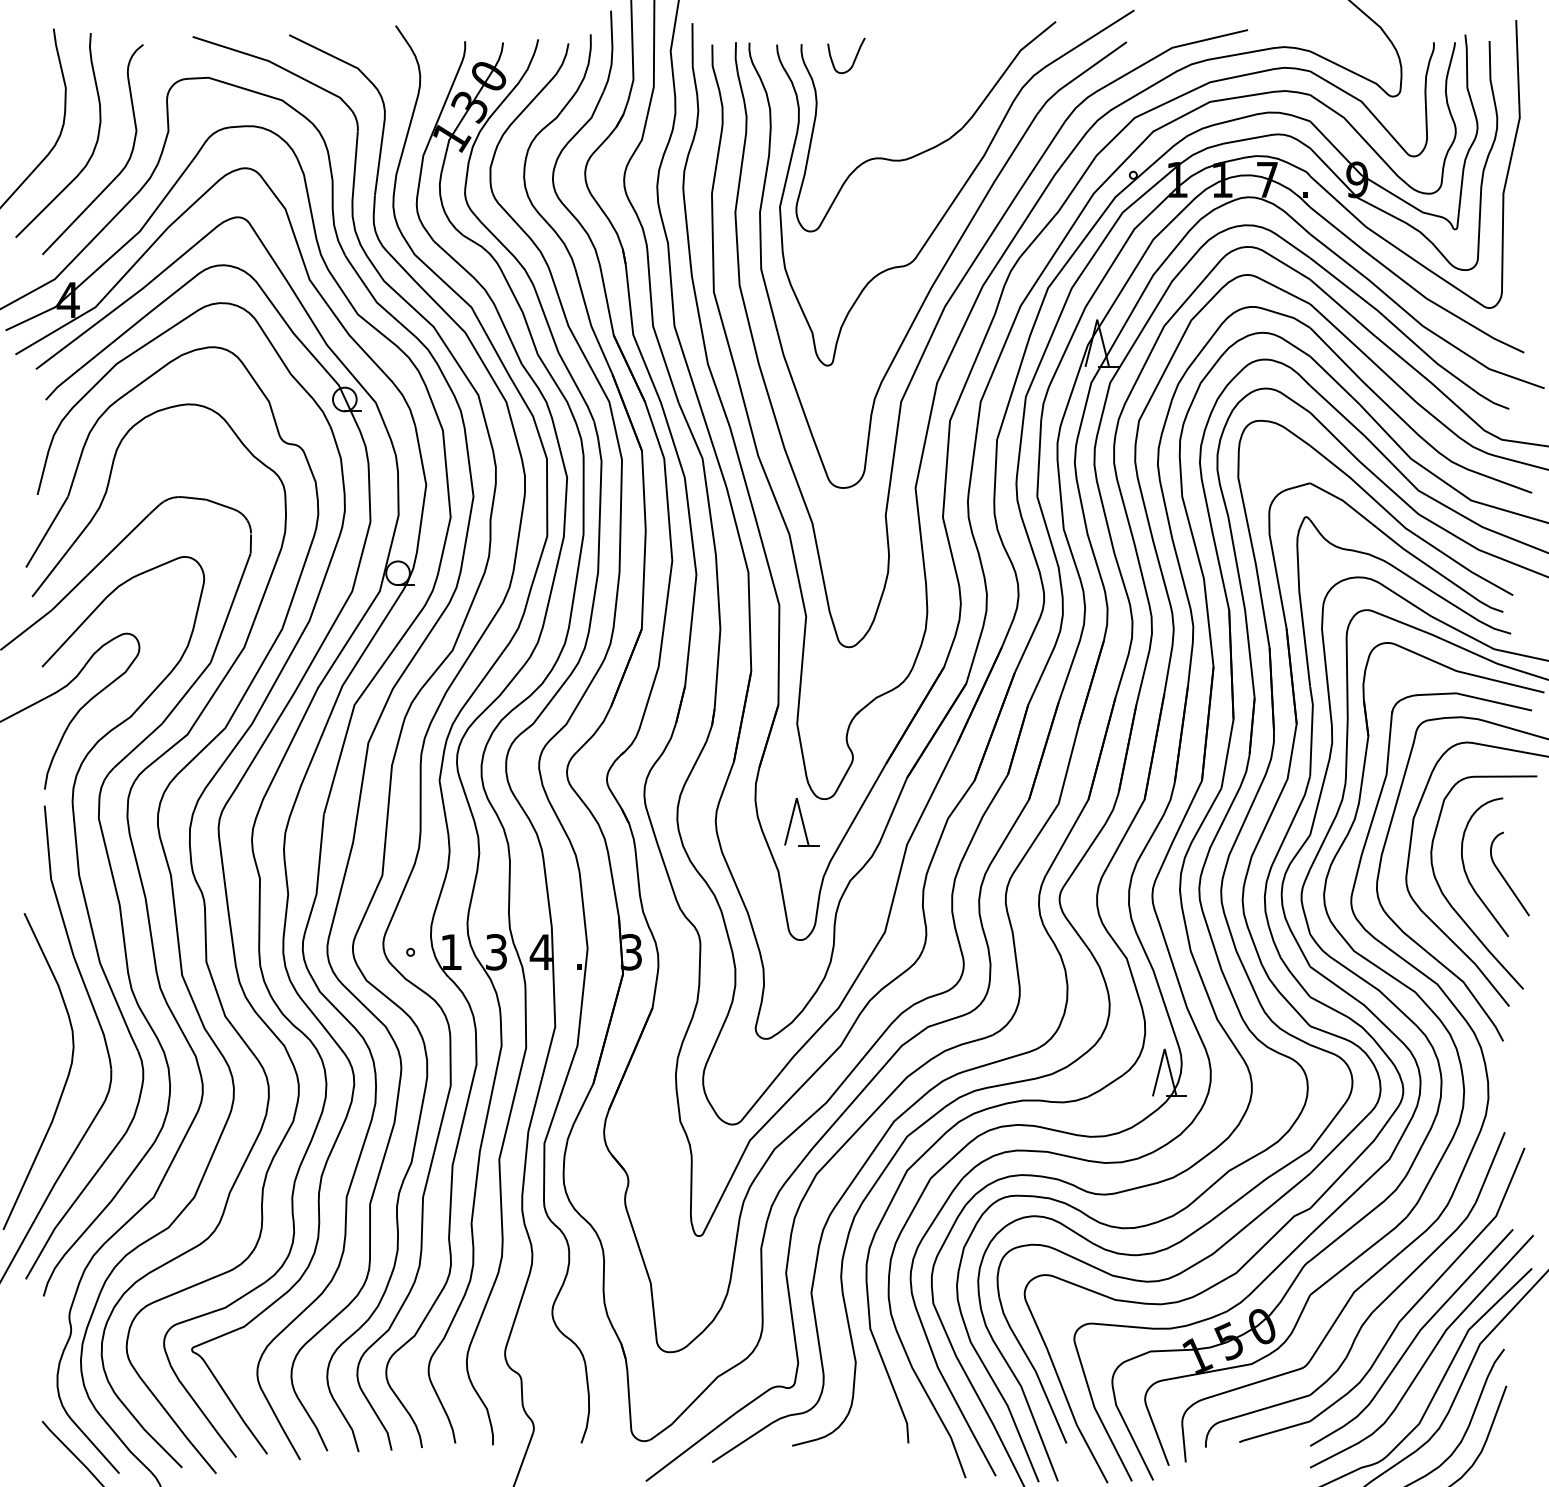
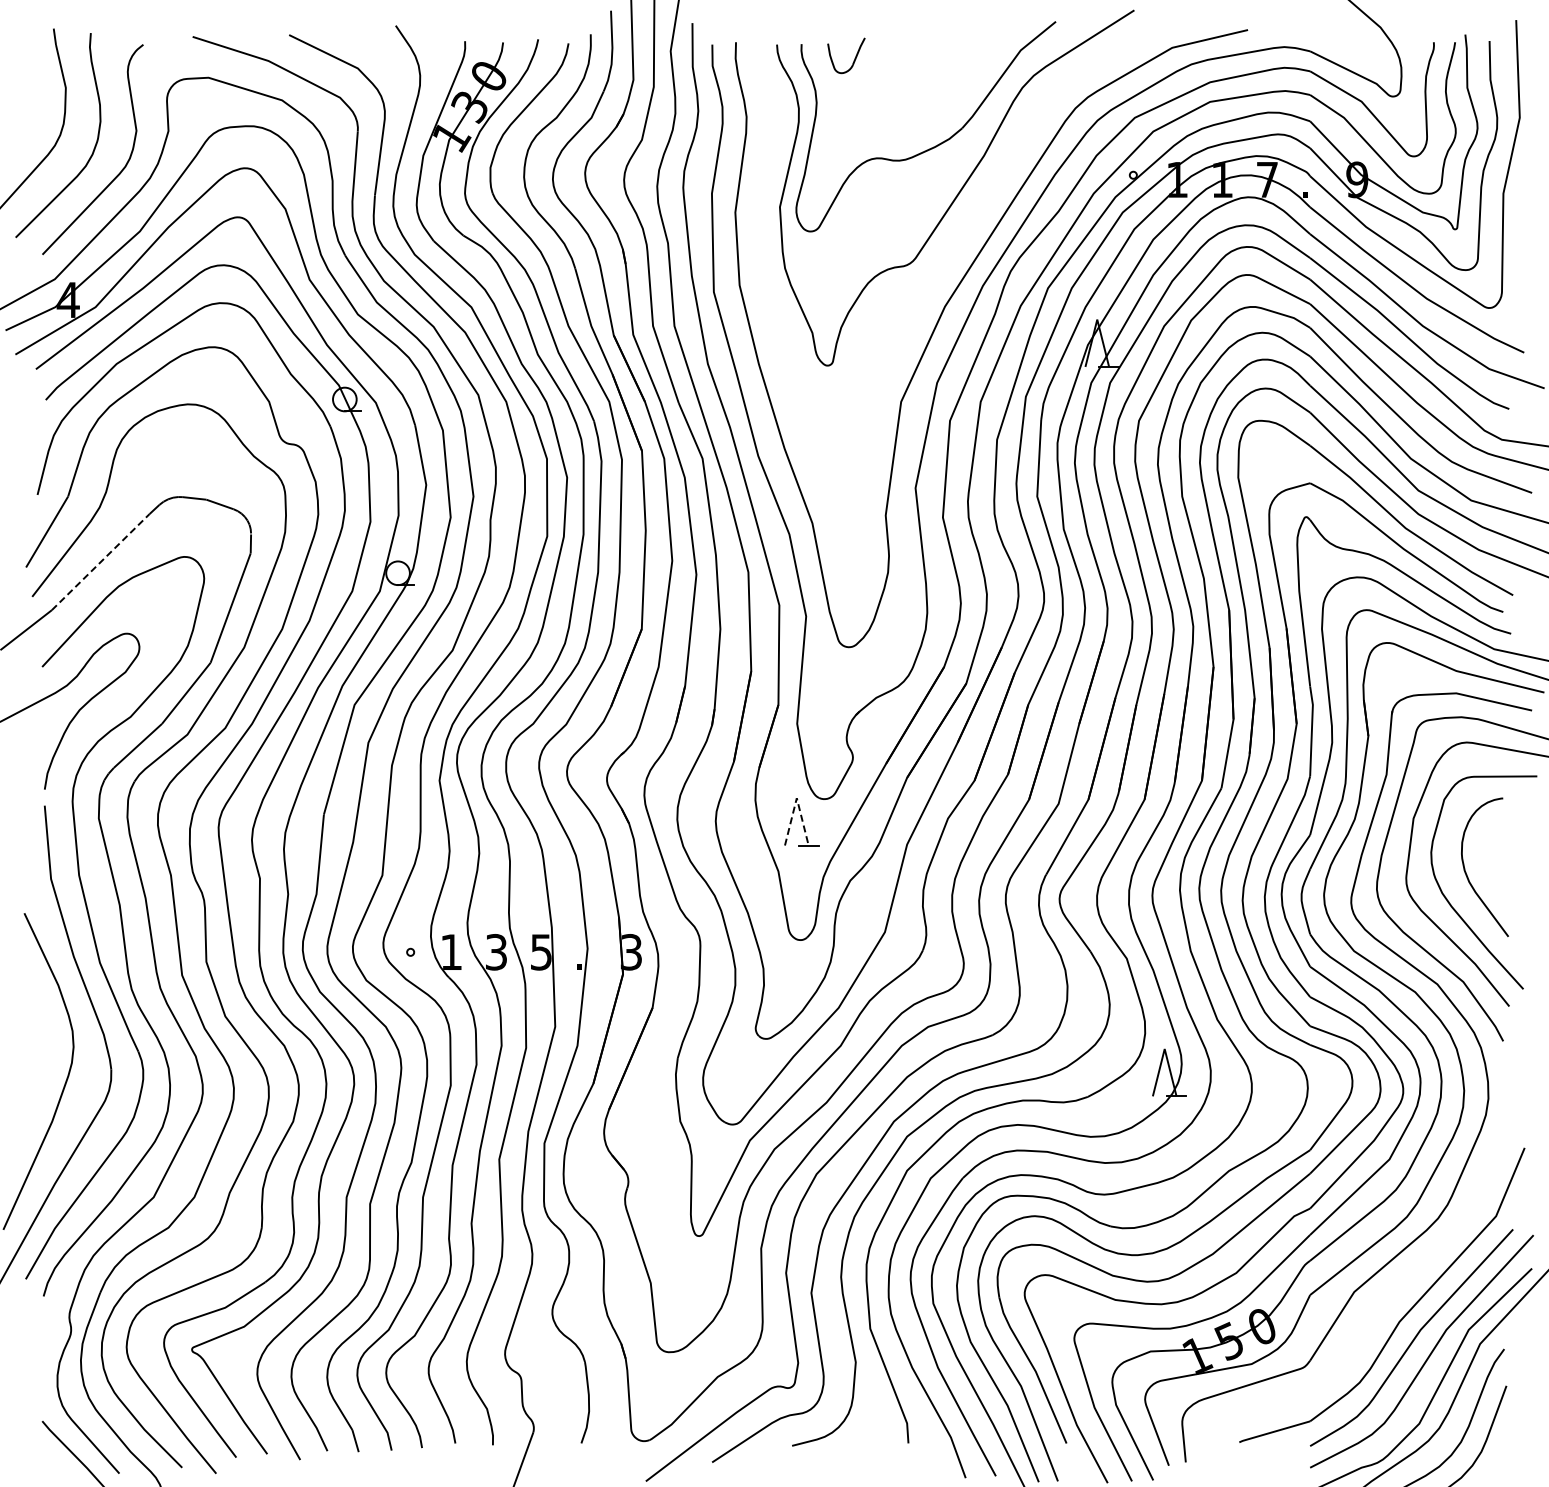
part at (937, 264): present -> none
line at (100, 562): solid -> dashed
line at (796, 798): solid -> dashed
curve at (1504, 877): present -> none
text at (540, 952): 4 -> 5
part at (1375, 1308): present -> none
